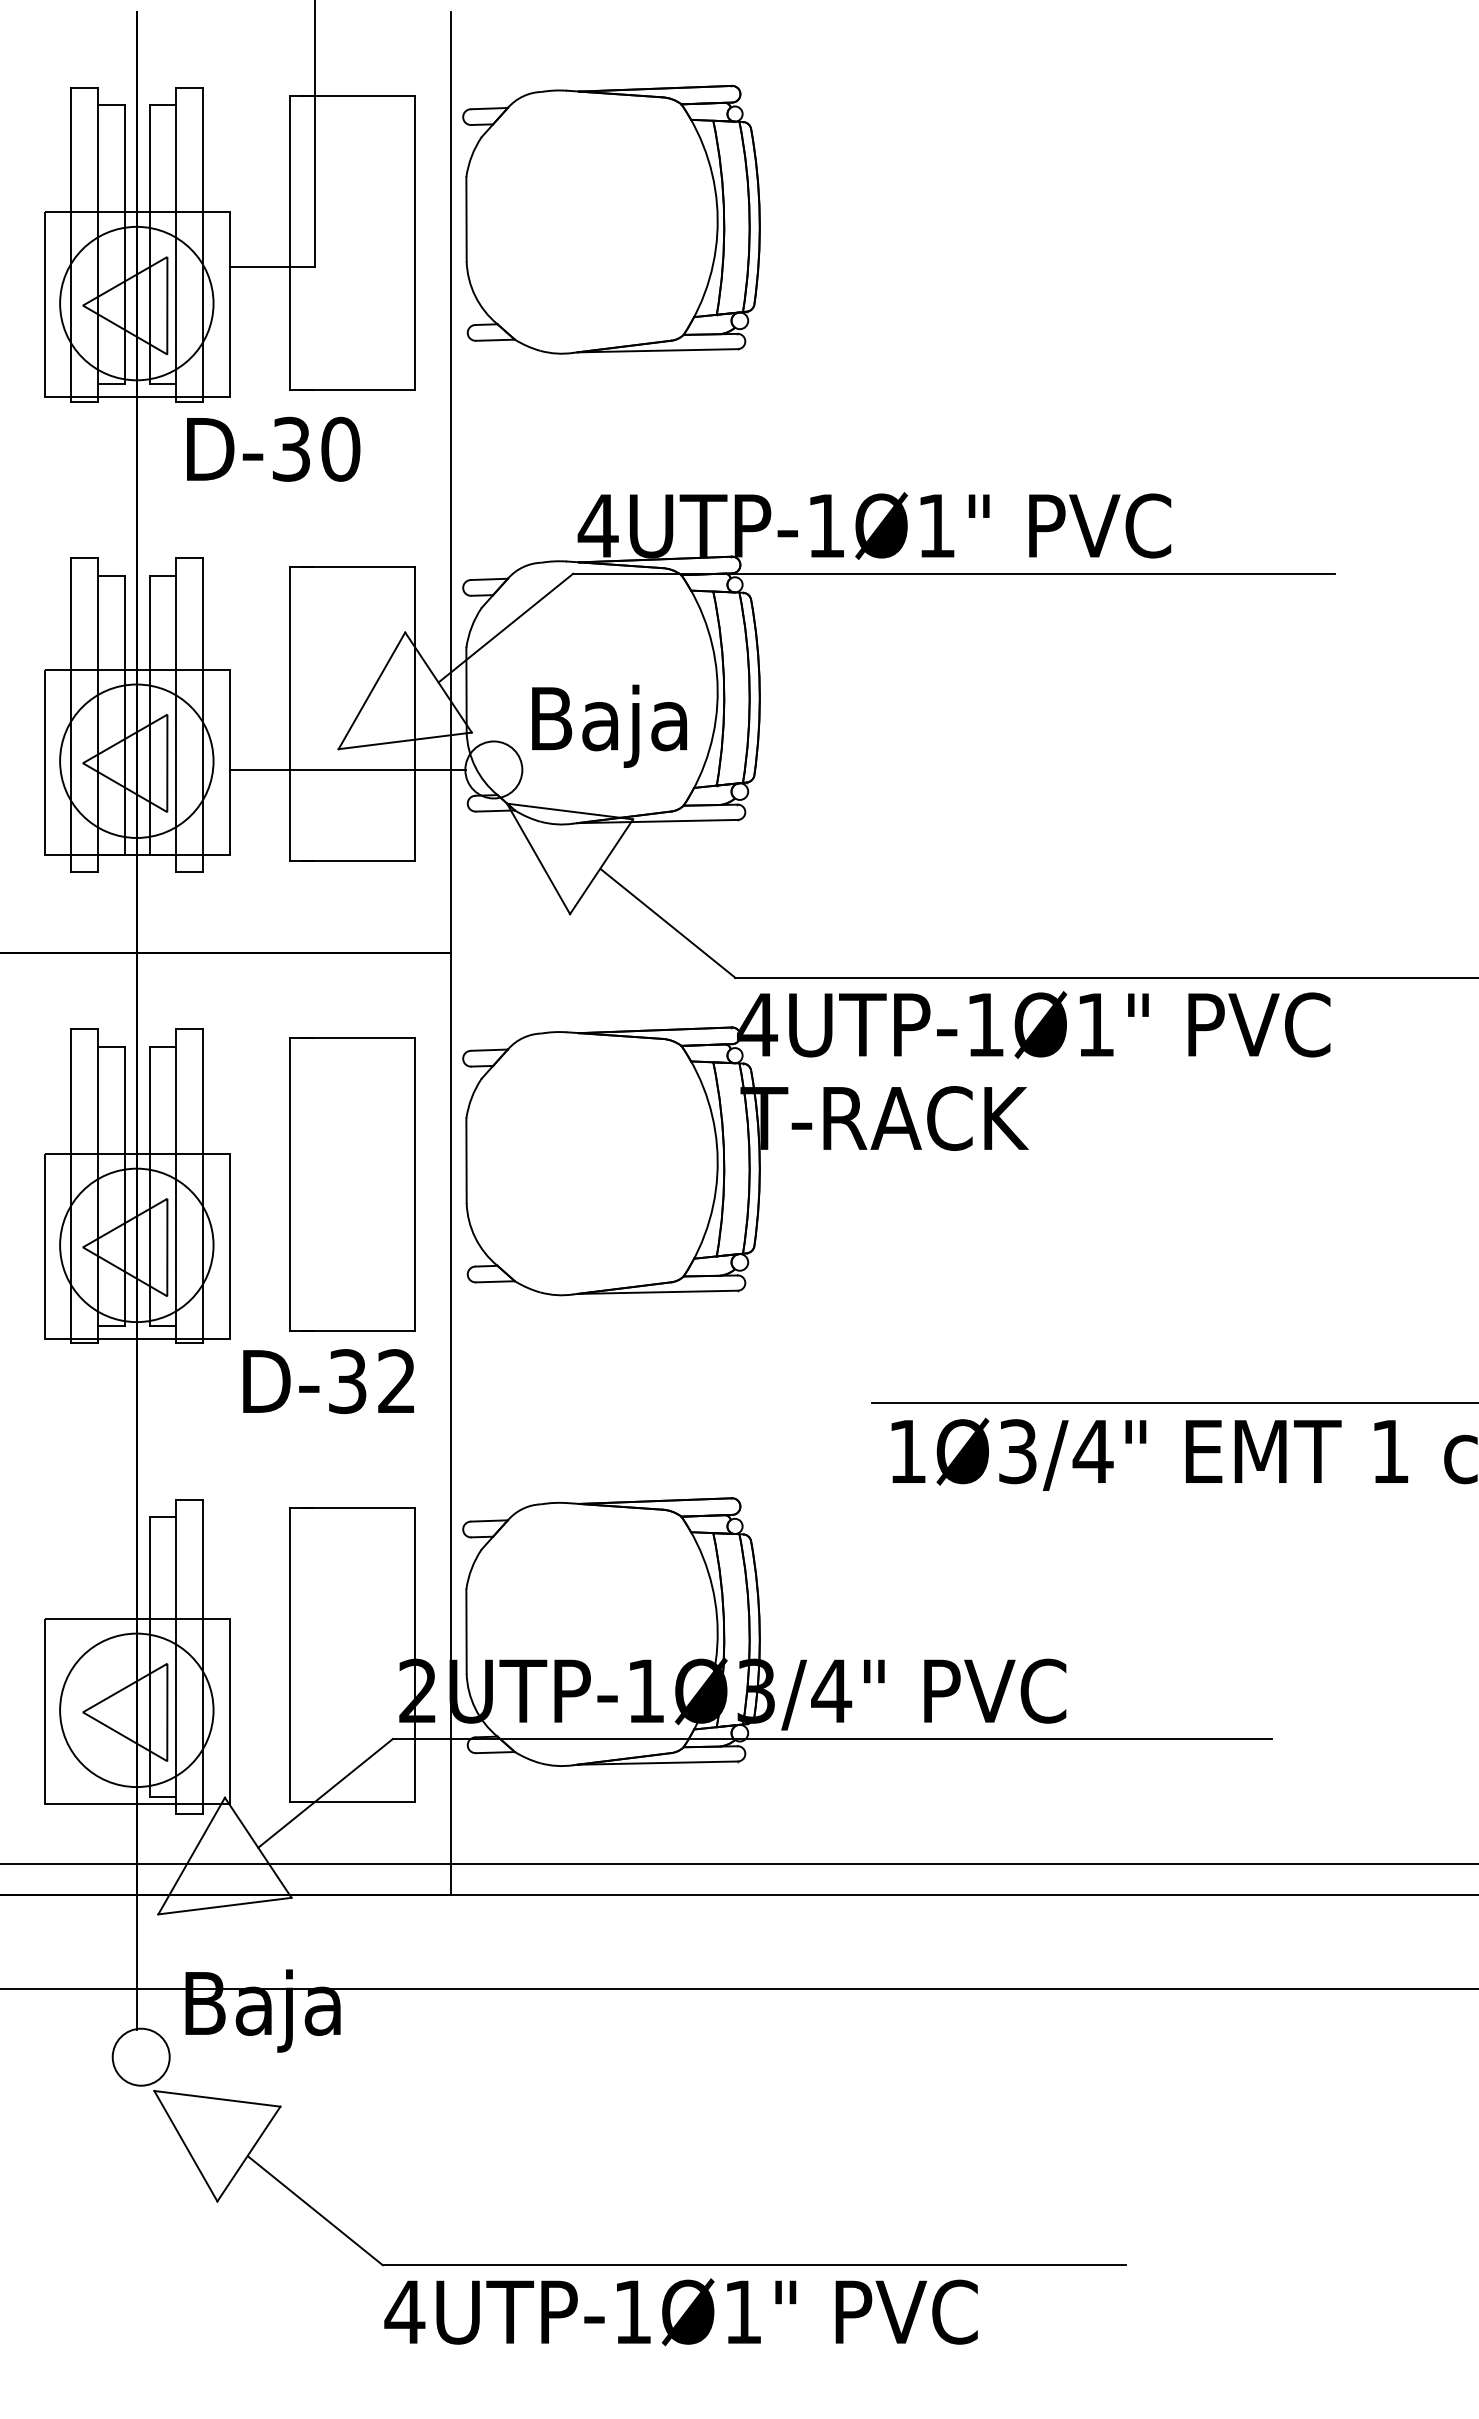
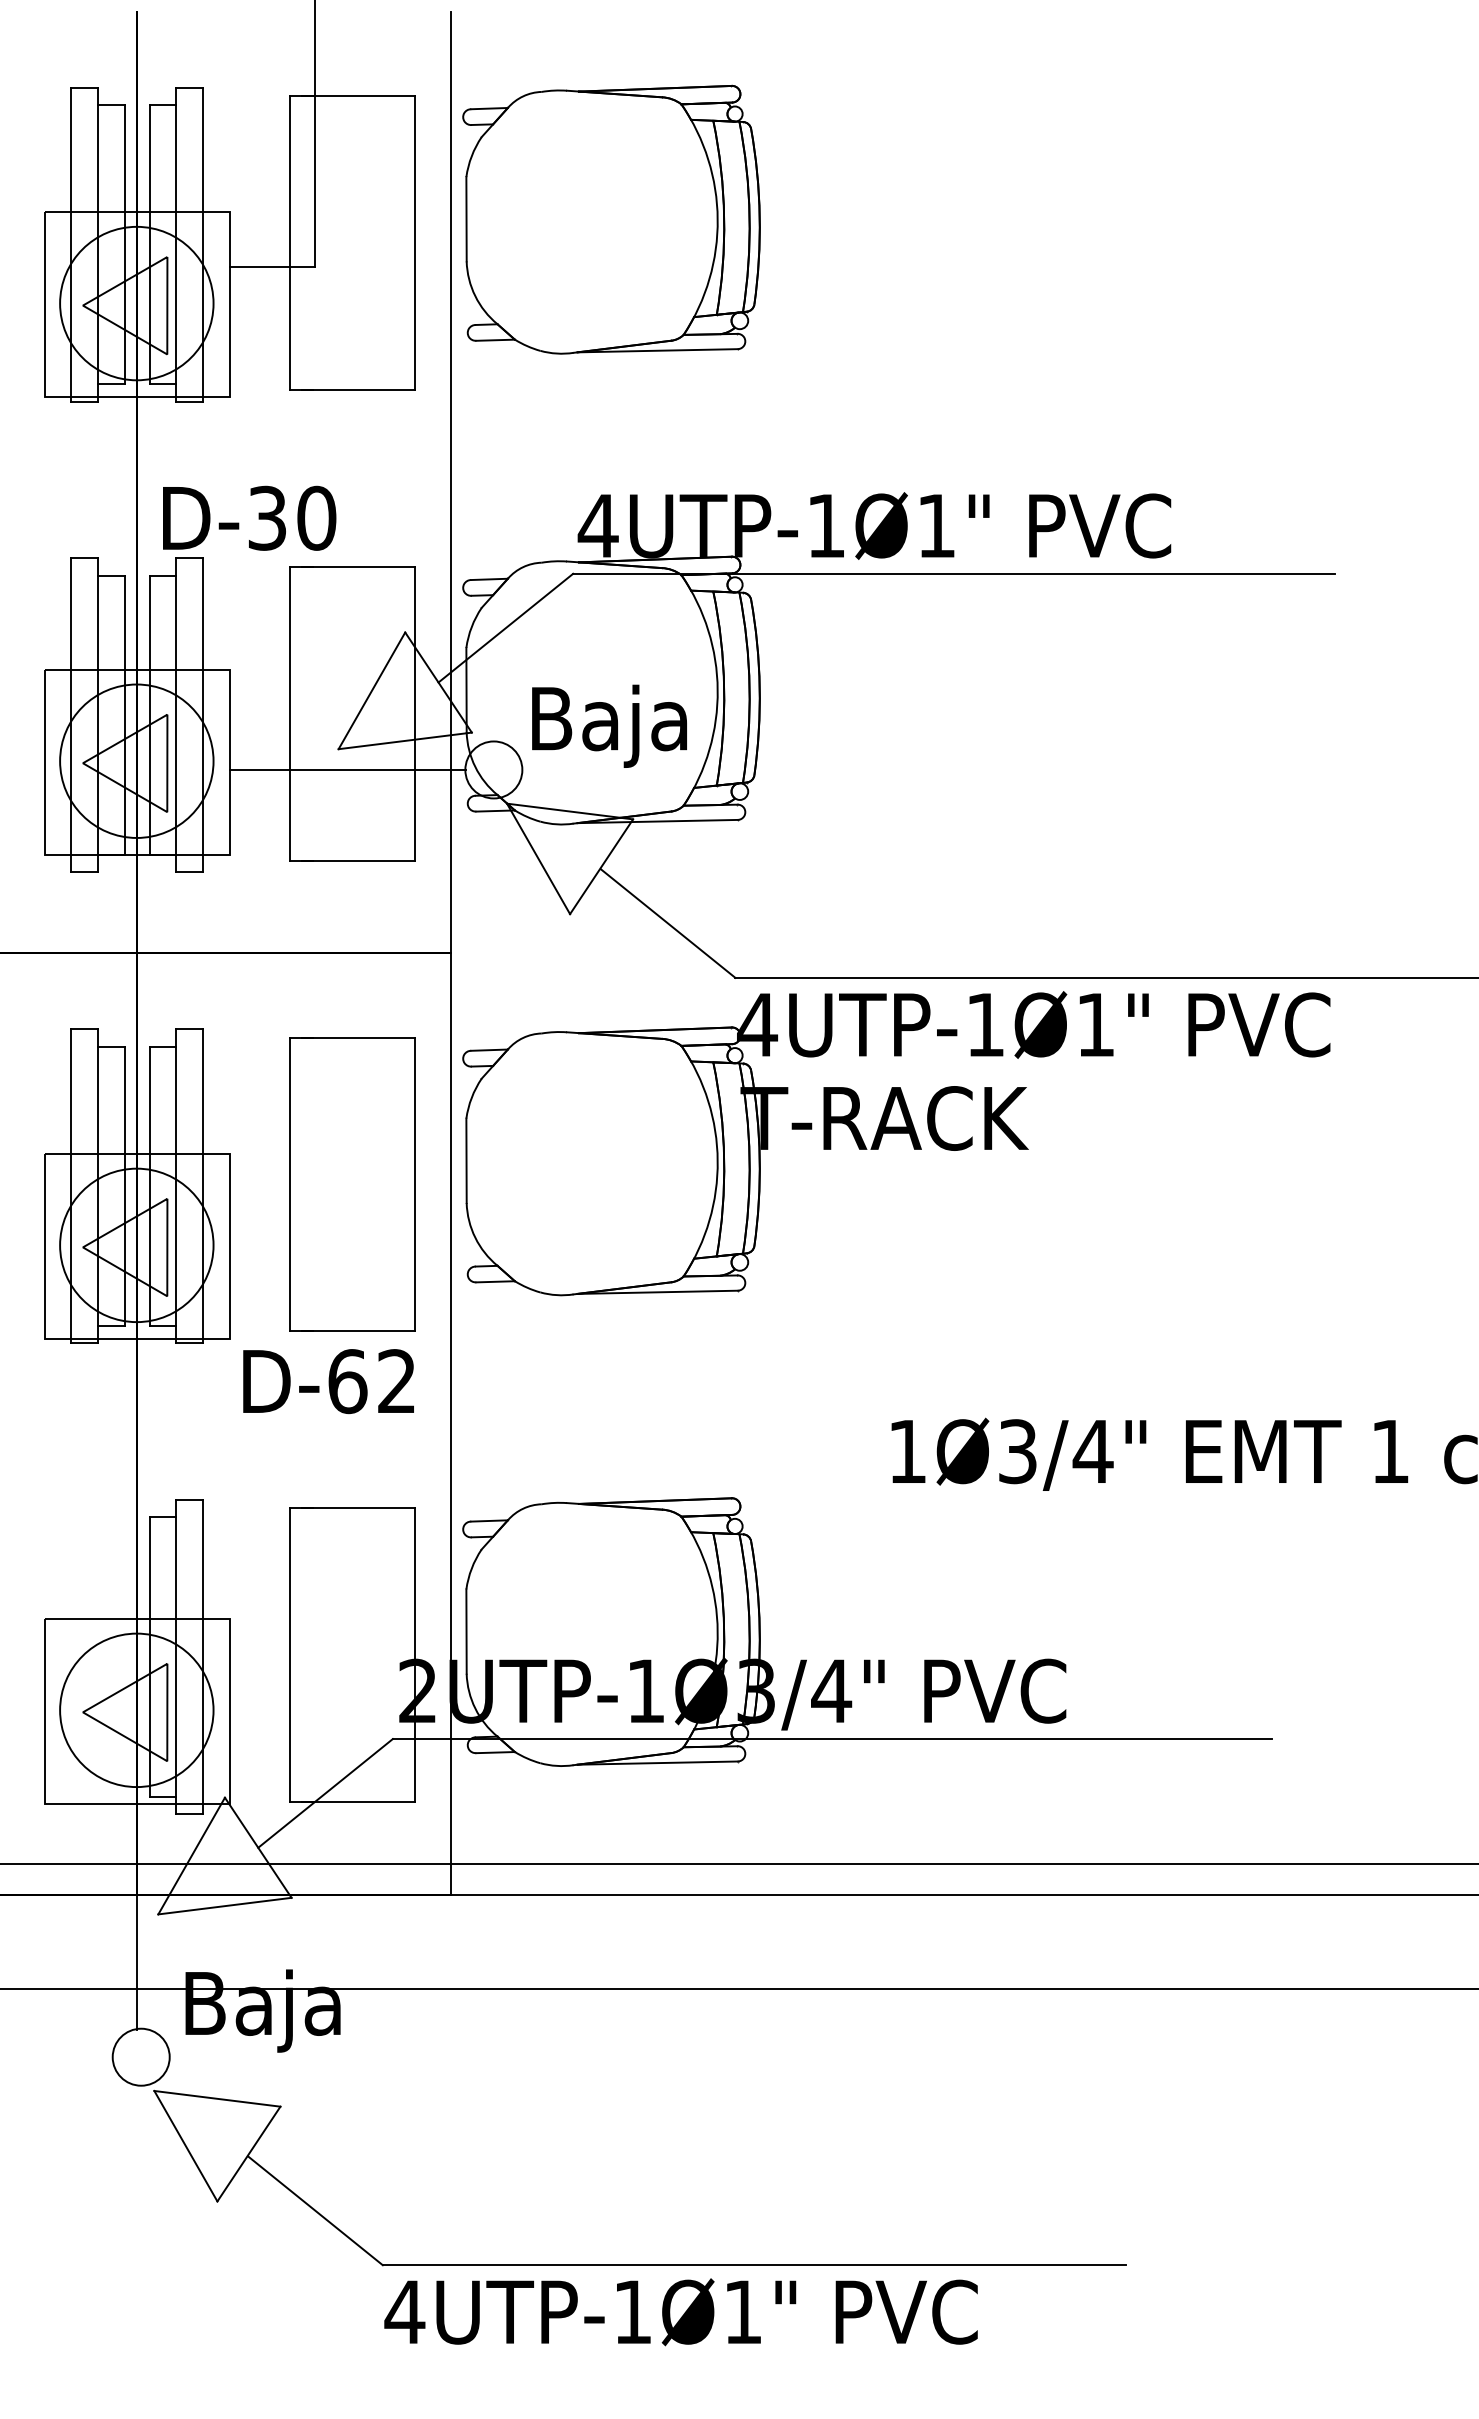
text at (273, 448) position: (273, 448) -> (249, 517)
text at (347, 1381): D-32 -> D-62
line at (1173, 1402): present -> none
